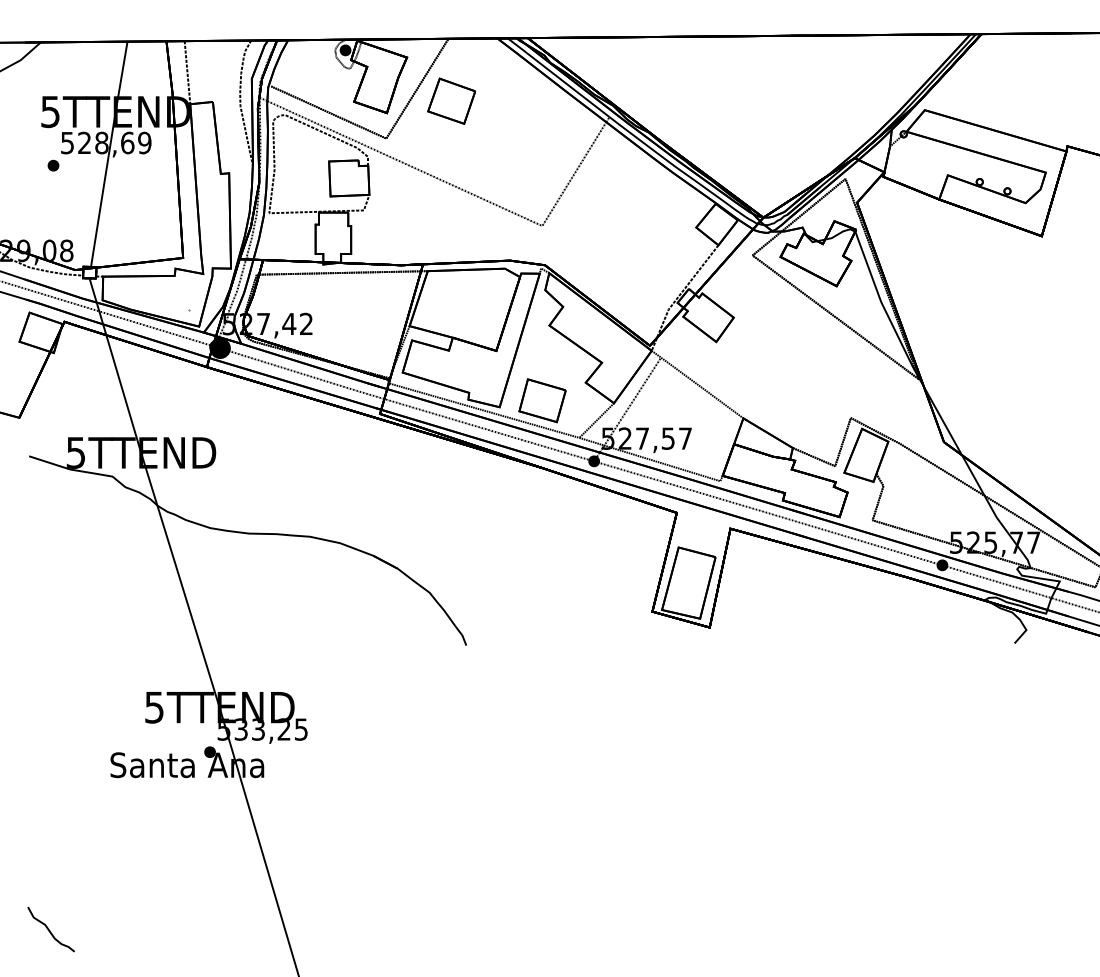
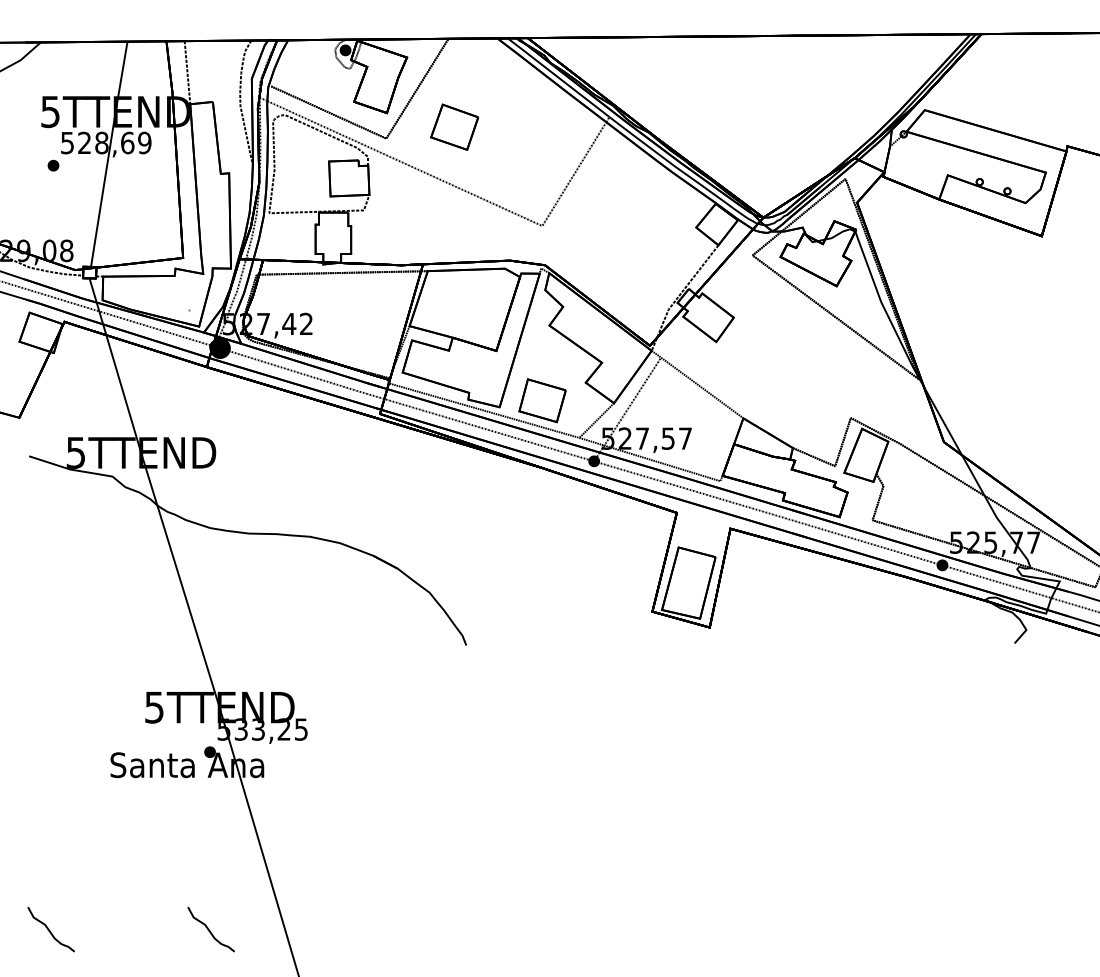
part at (451, 100) position: (451, 100) -> (454, 126)
curve at (209, 929): none -> present
